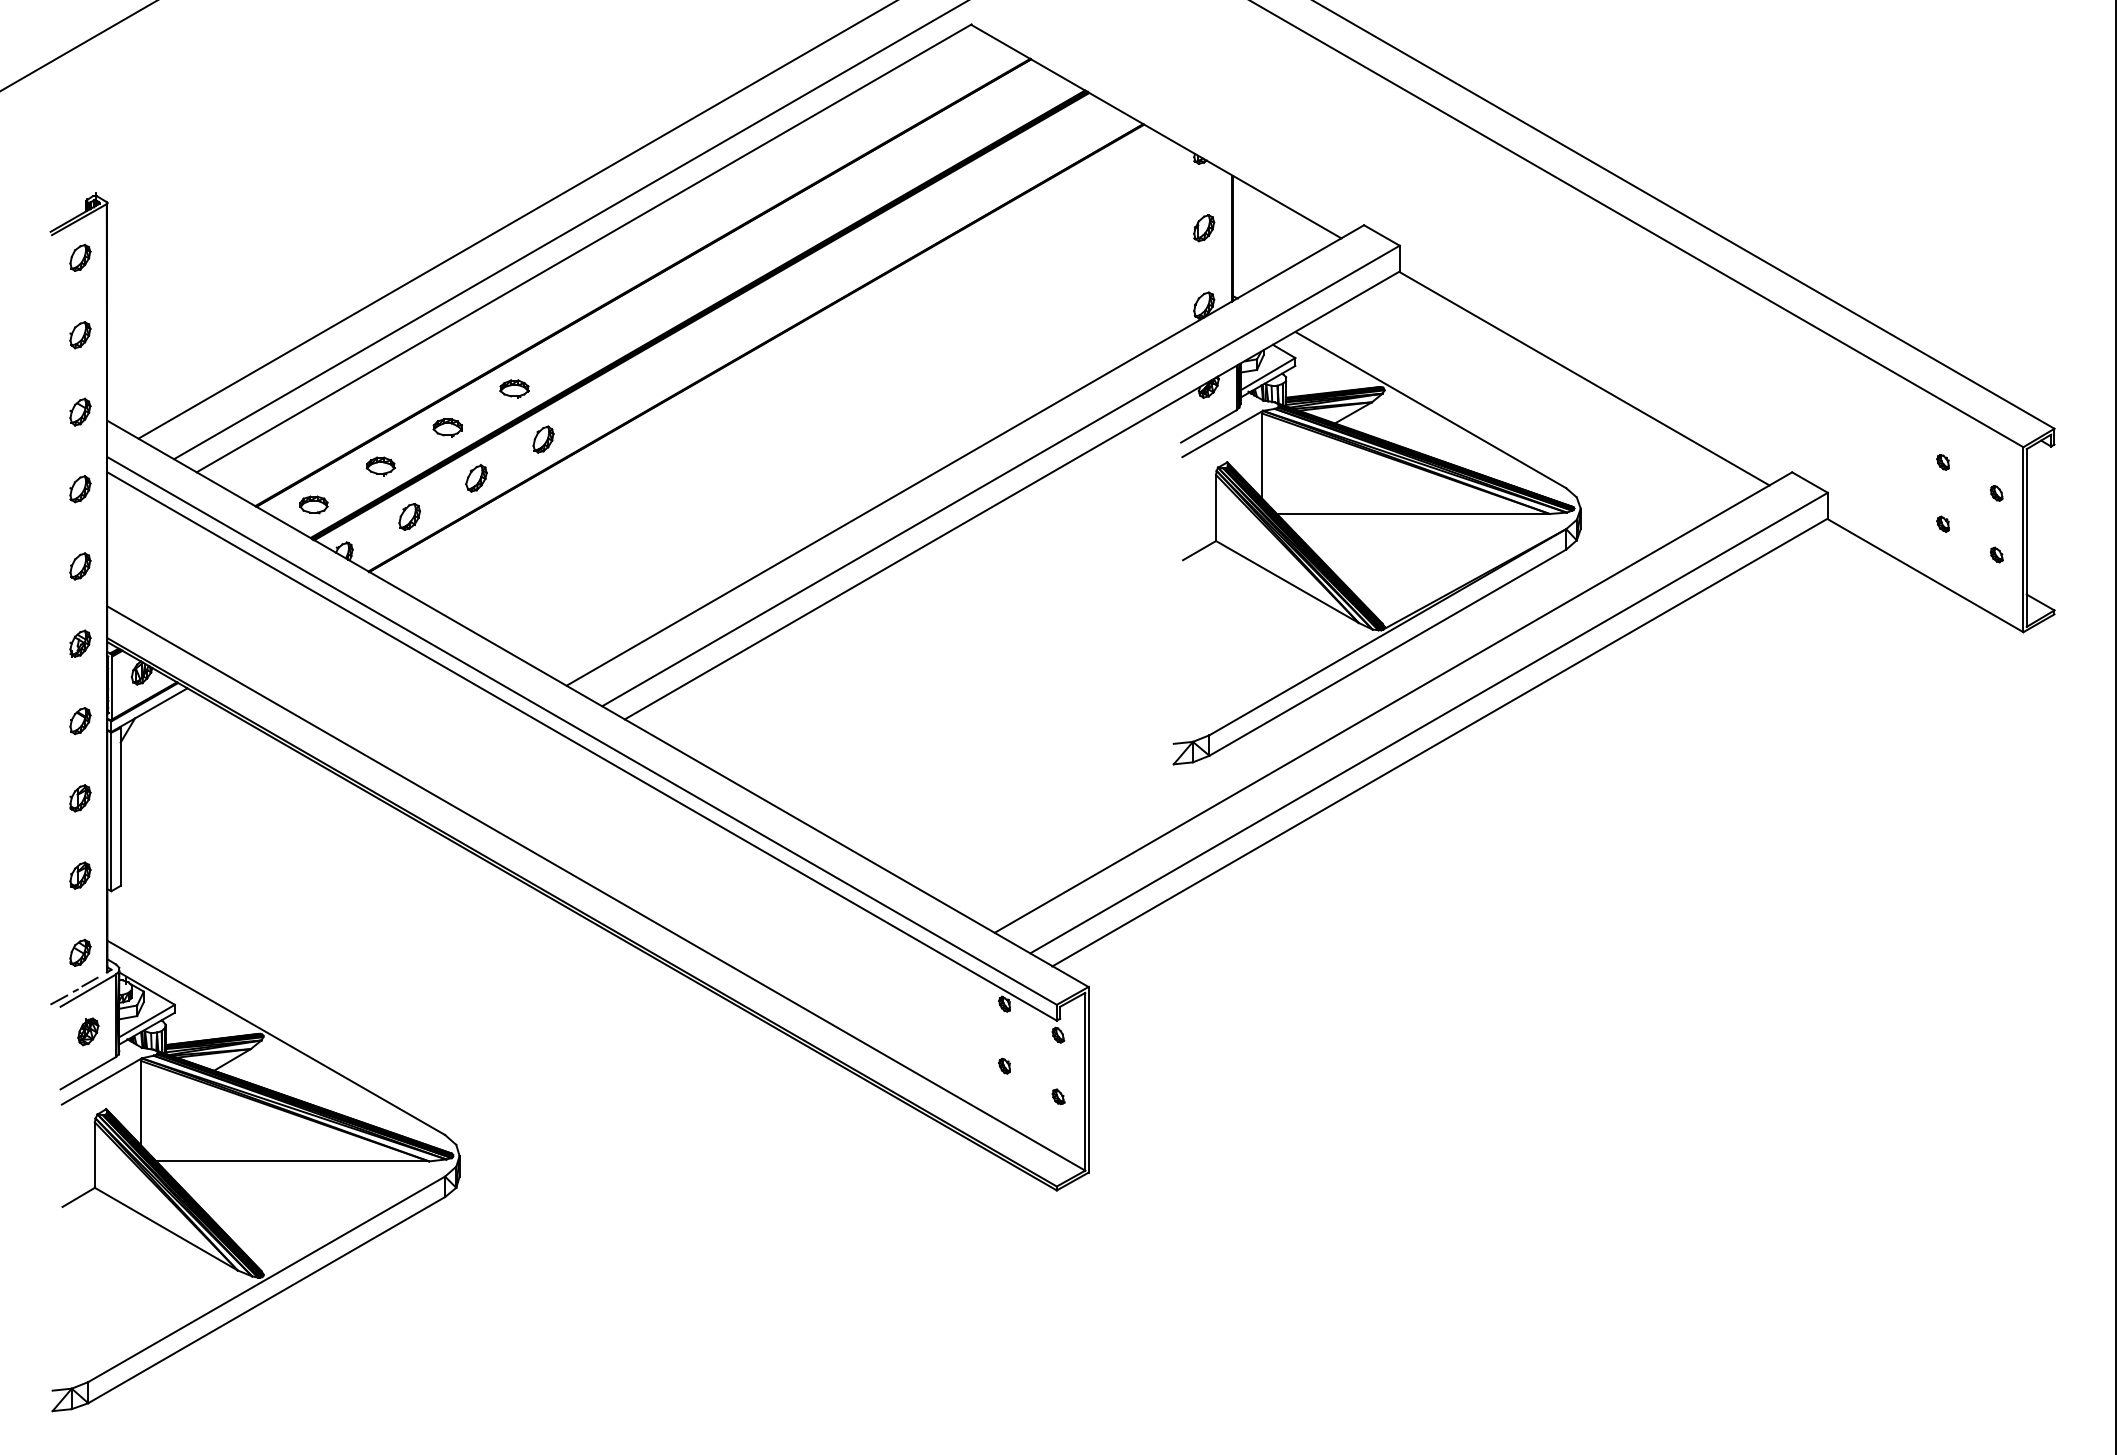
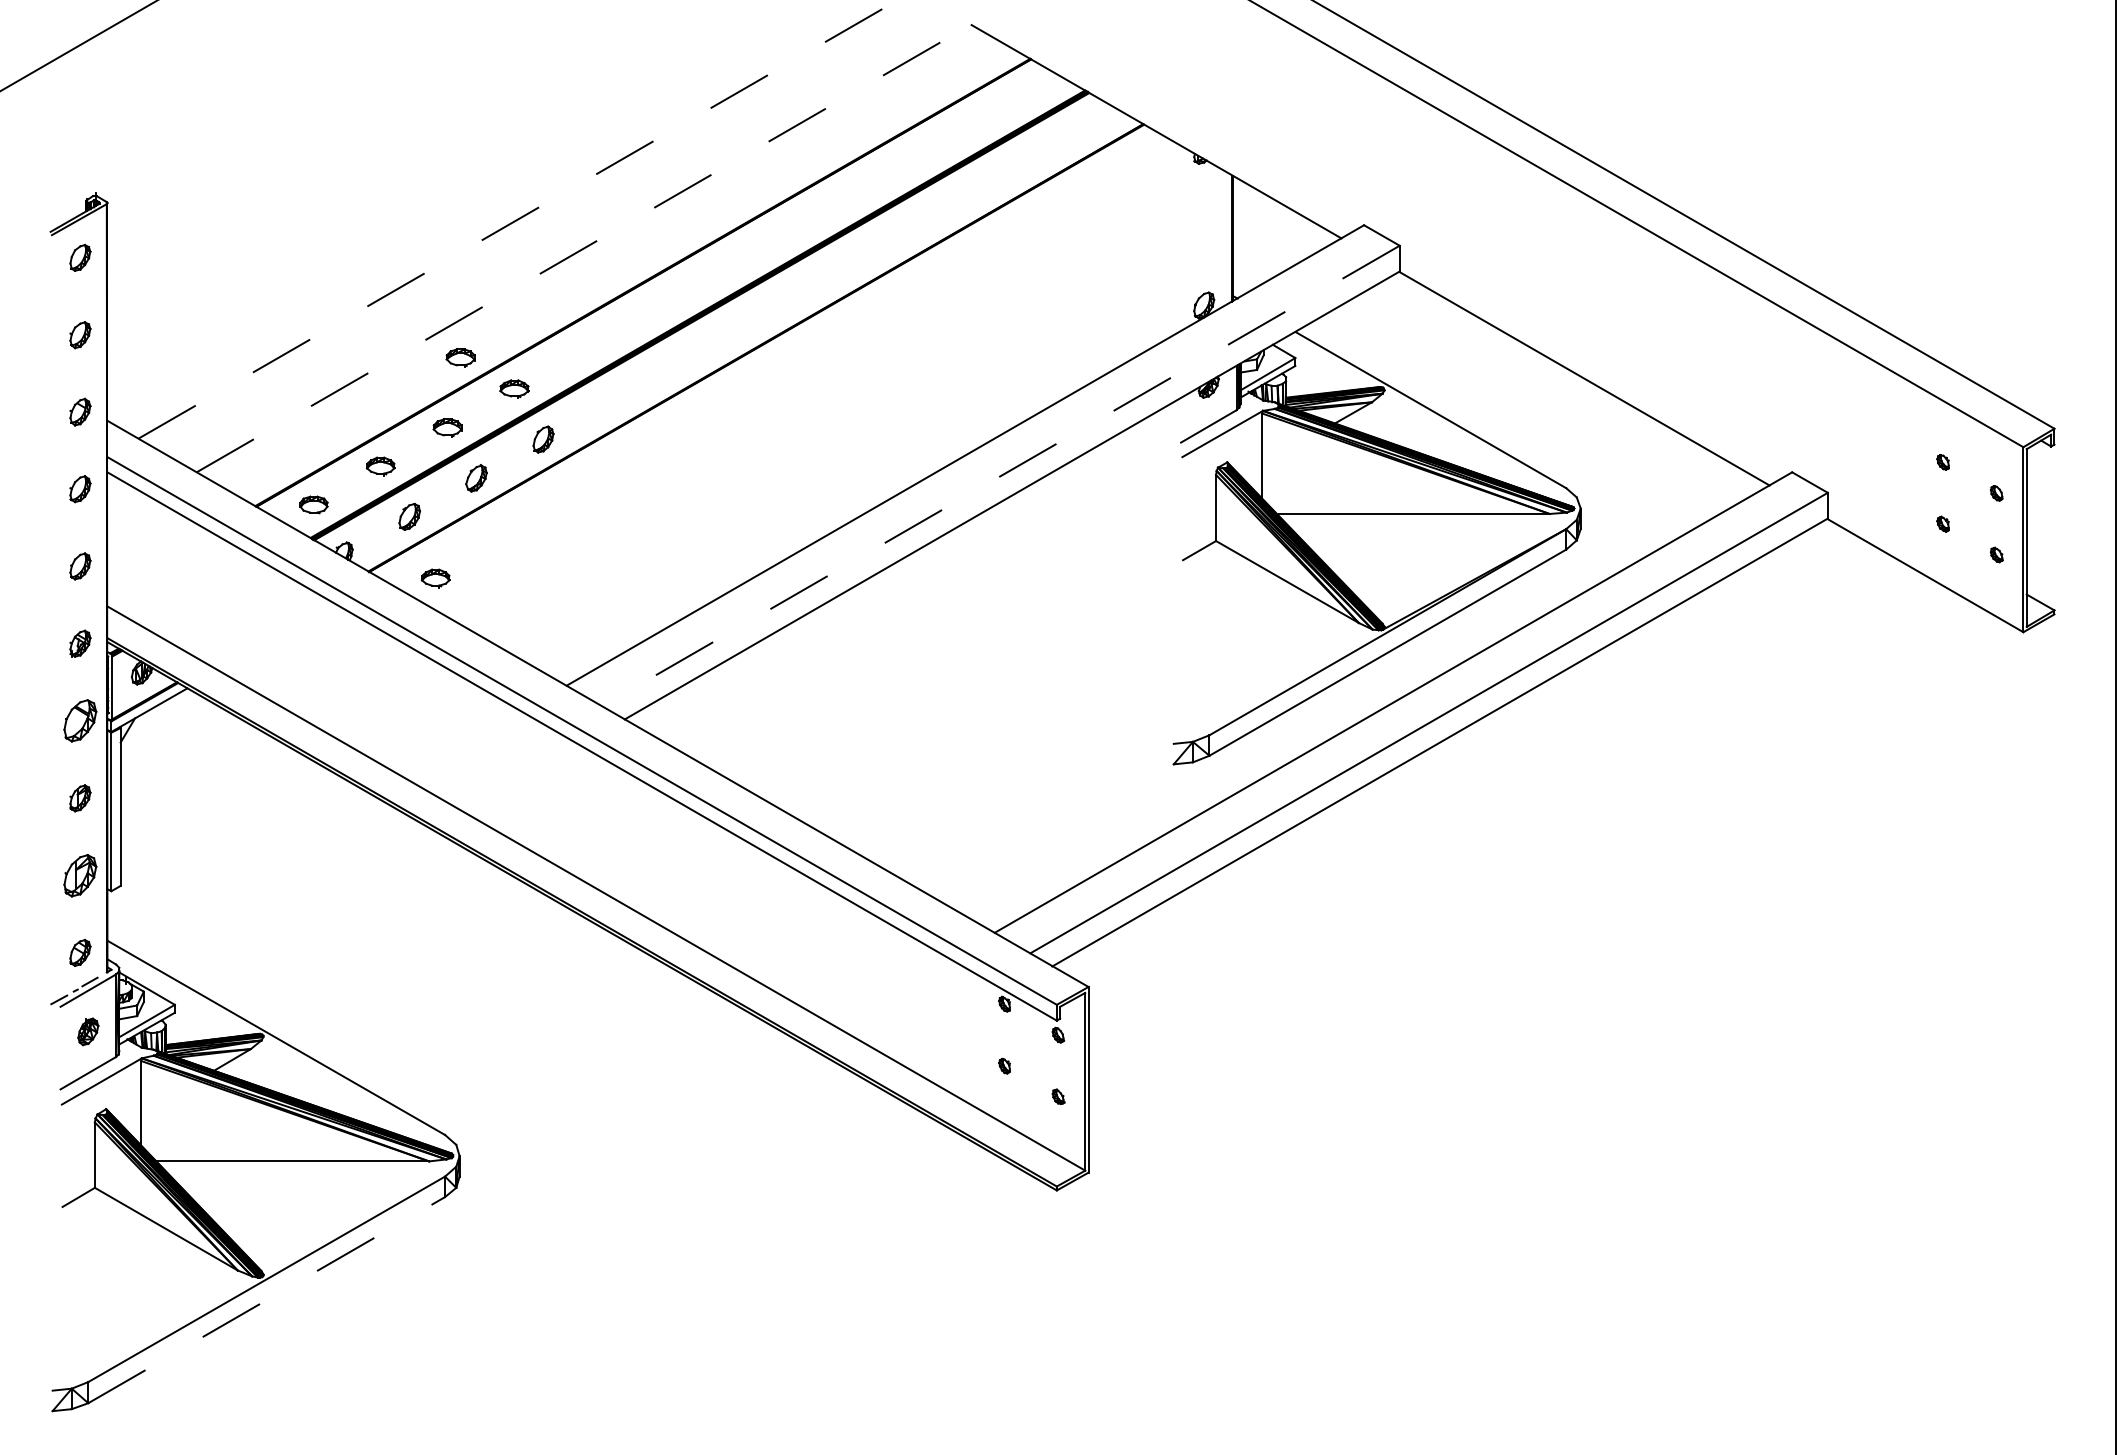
line at (518, 219): solid -> dashed
part at (1204, 228): present -> none
line at (569, 230): present -> none
line at (584, 248): solid -> dashed
part at (460, 357): none -> present
line at (1000, 476): solid -> dashed
part at (435, 578): none -> present
part at (80, 721) size: 23x29 px -> 35x44 px
part at (80, 875) size: 23x29 px -> 35x44 px
line at (267, 1299): solid -> dashed
